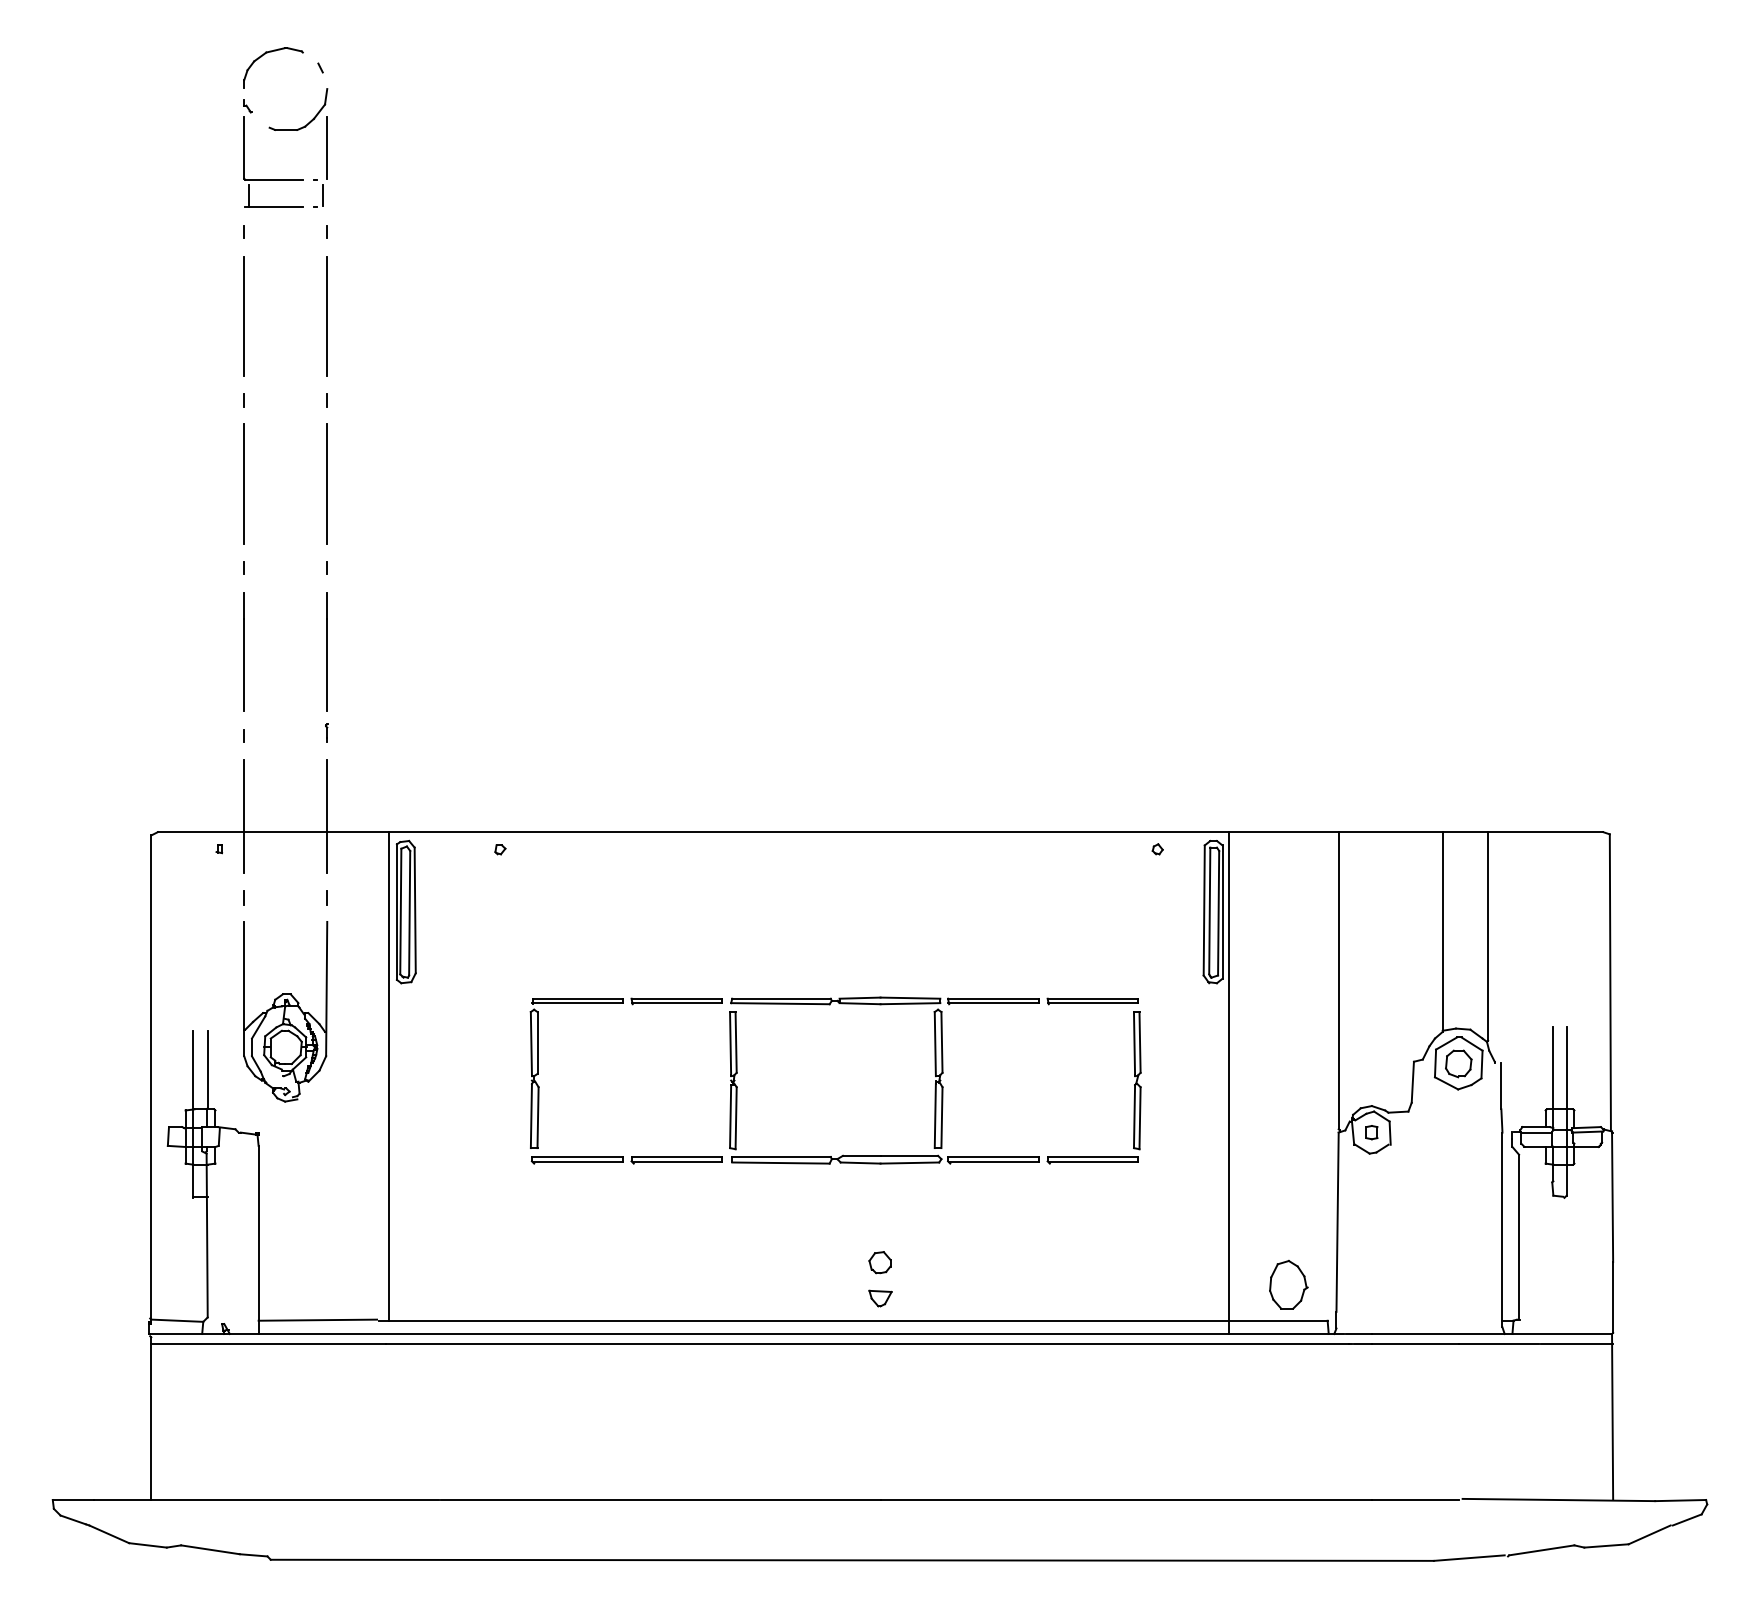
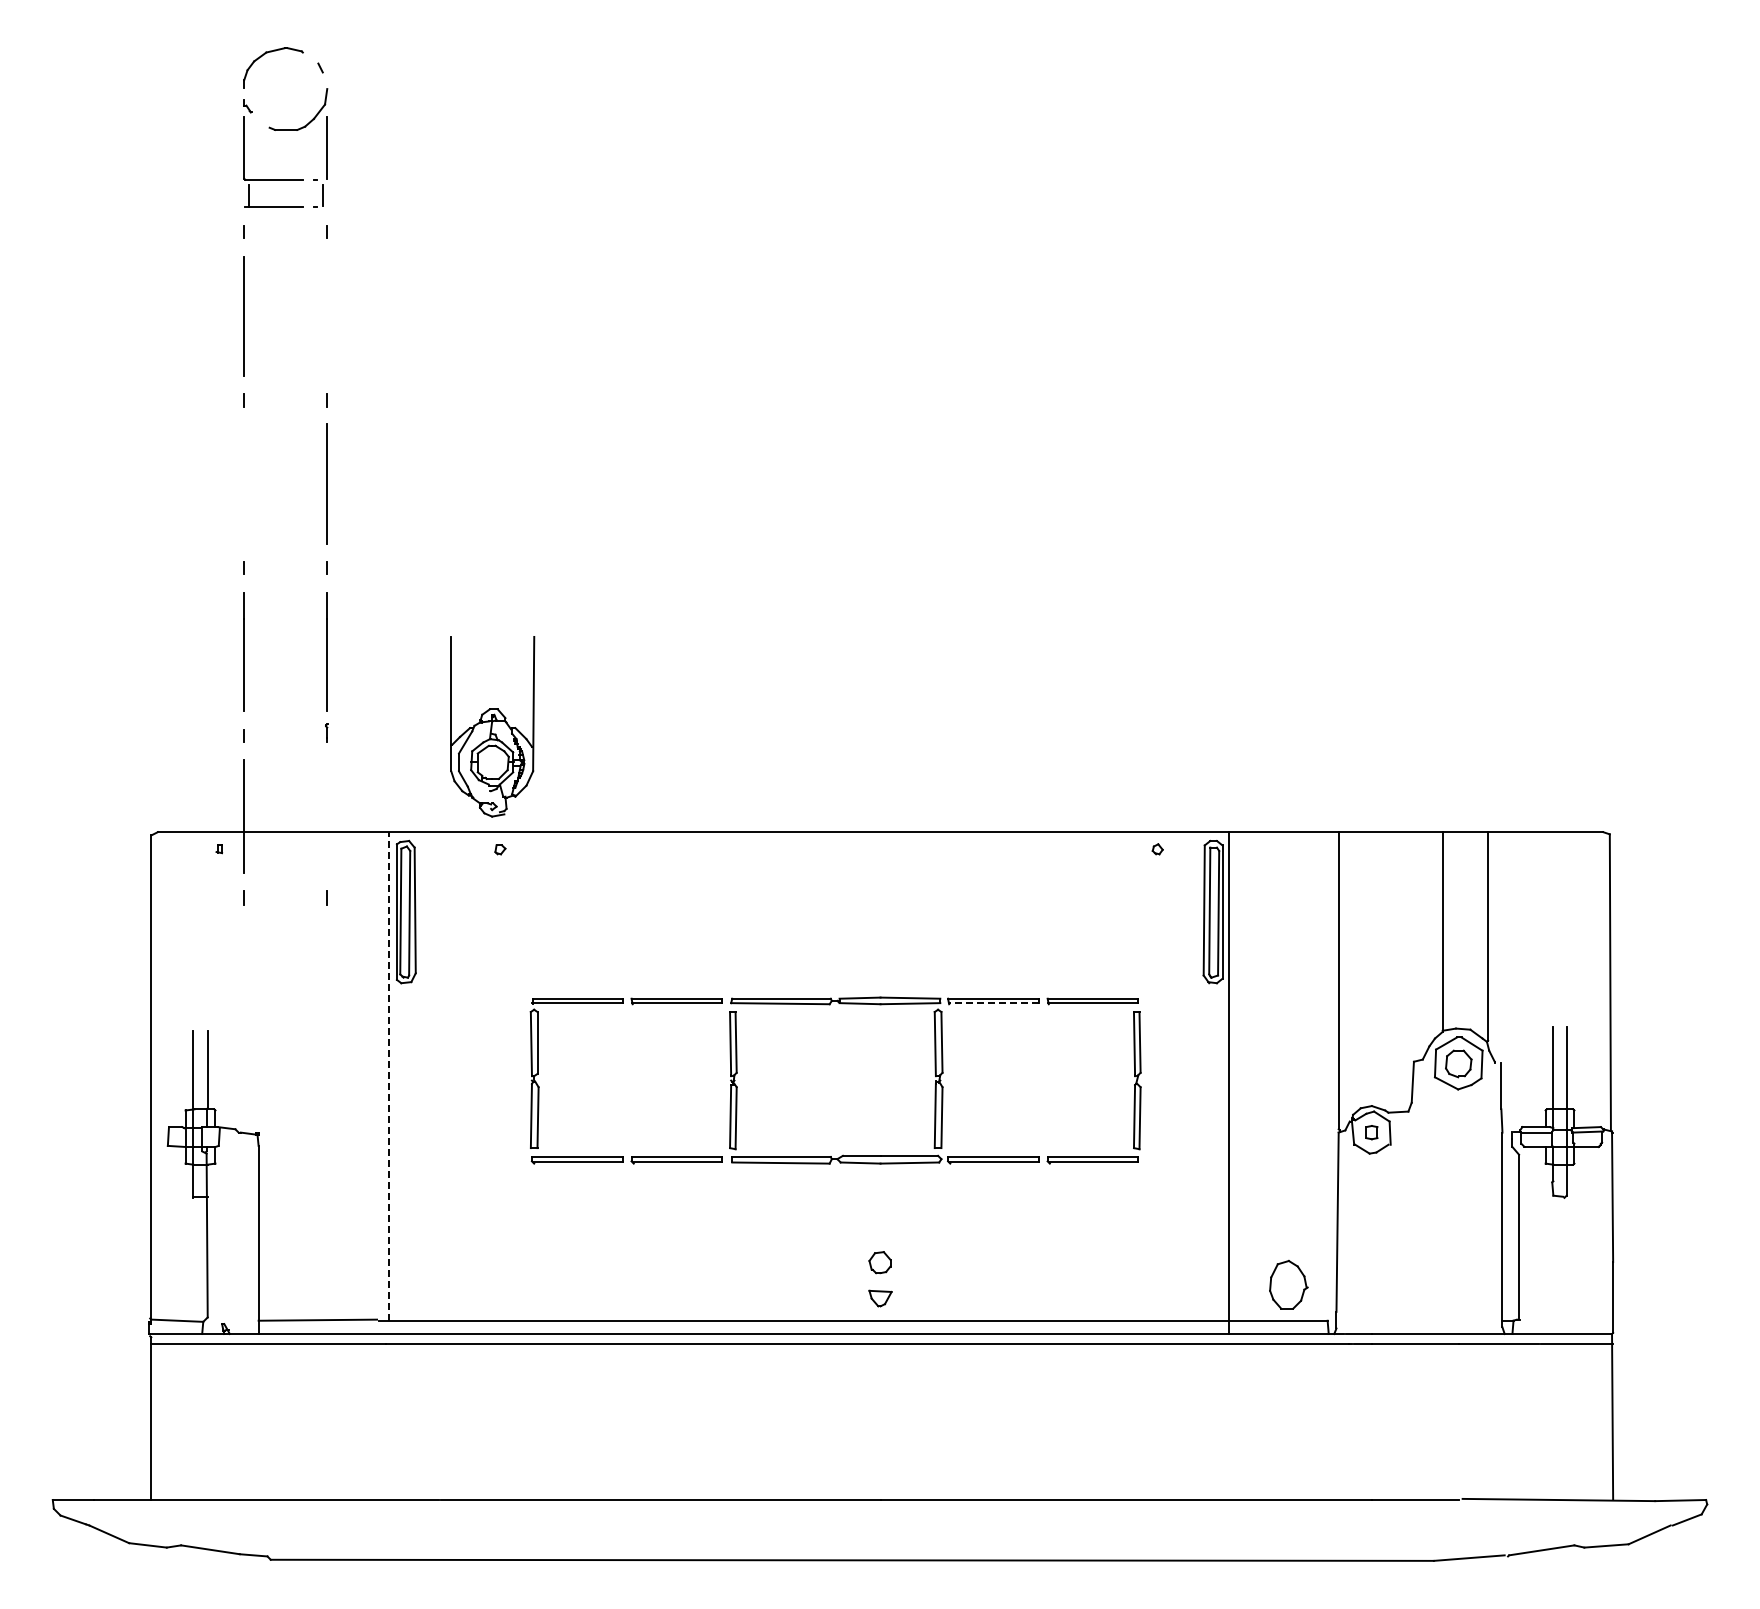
line at (327, 316): present -> none
line at (244, 483): present -> none
line at (327, 816): present -> none
line at (992, 1003): solid -> dashed
part at (285, 1011) position: (285, 1011) -> (492, 726)
line at (389, 1075): solid -> dashed
